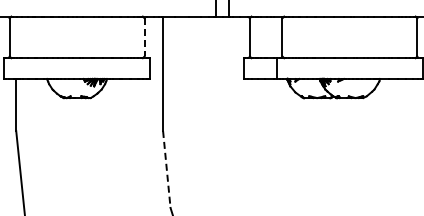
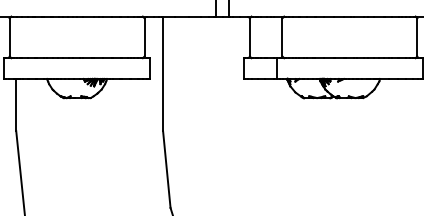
line at (144, 37): dashed -> solid
line at (166, 169): dashed -> solid
